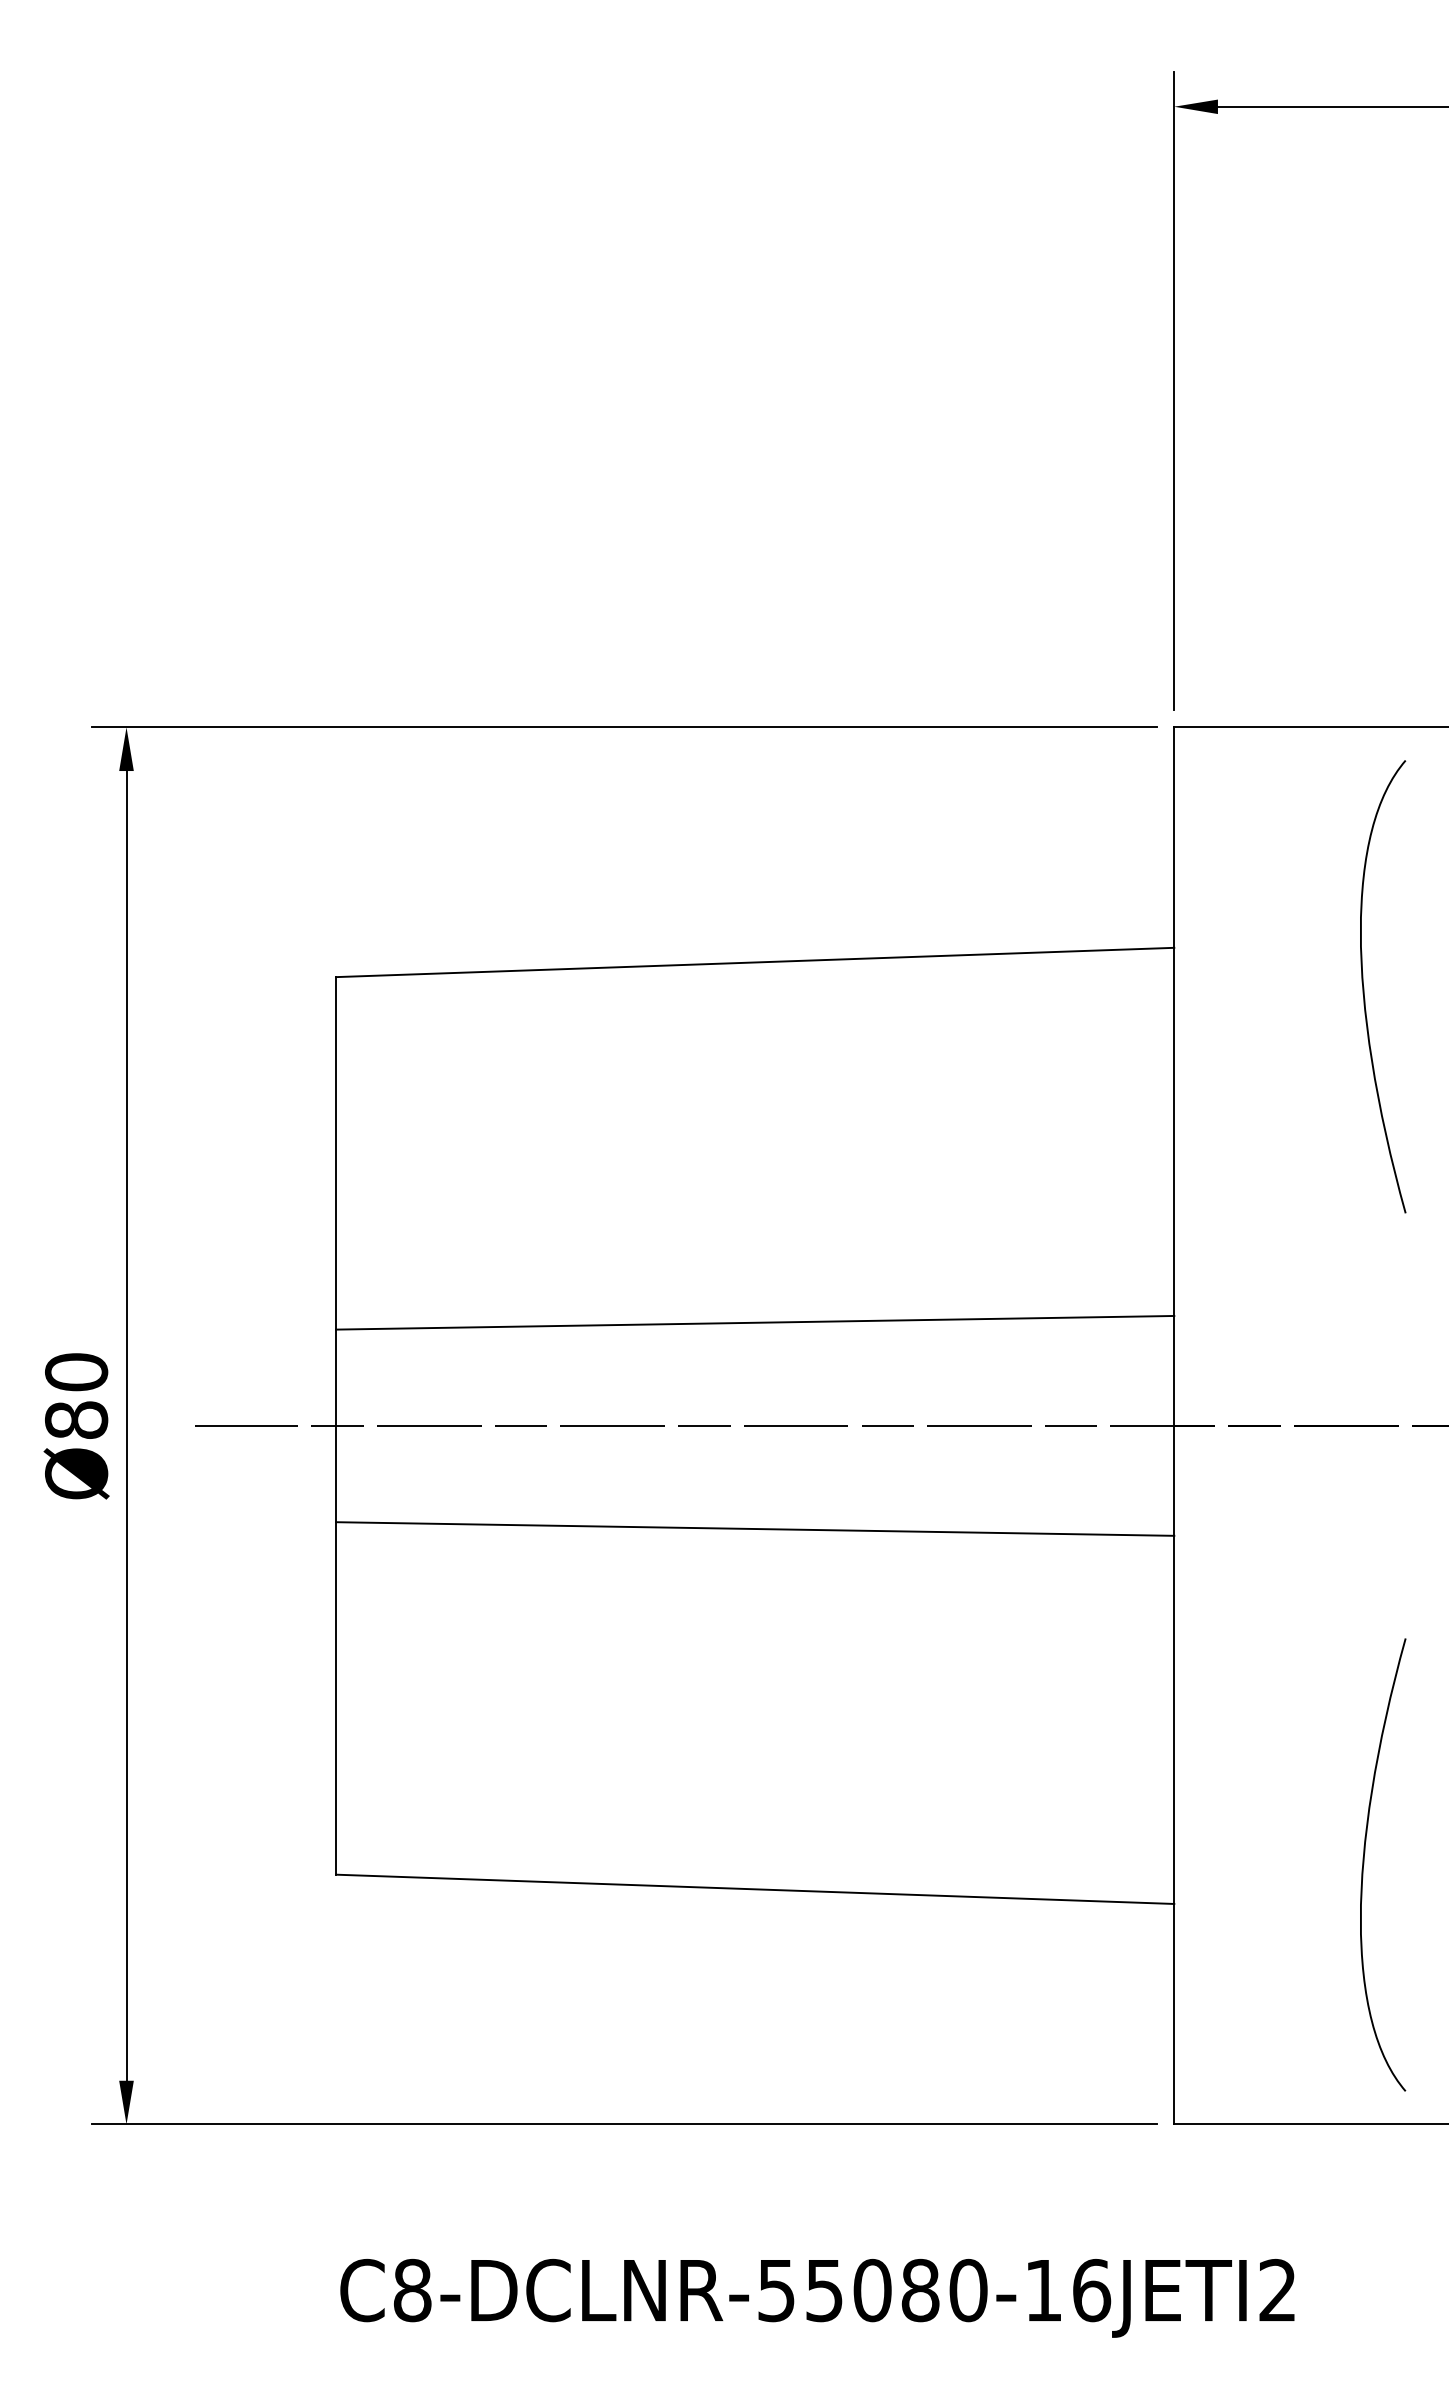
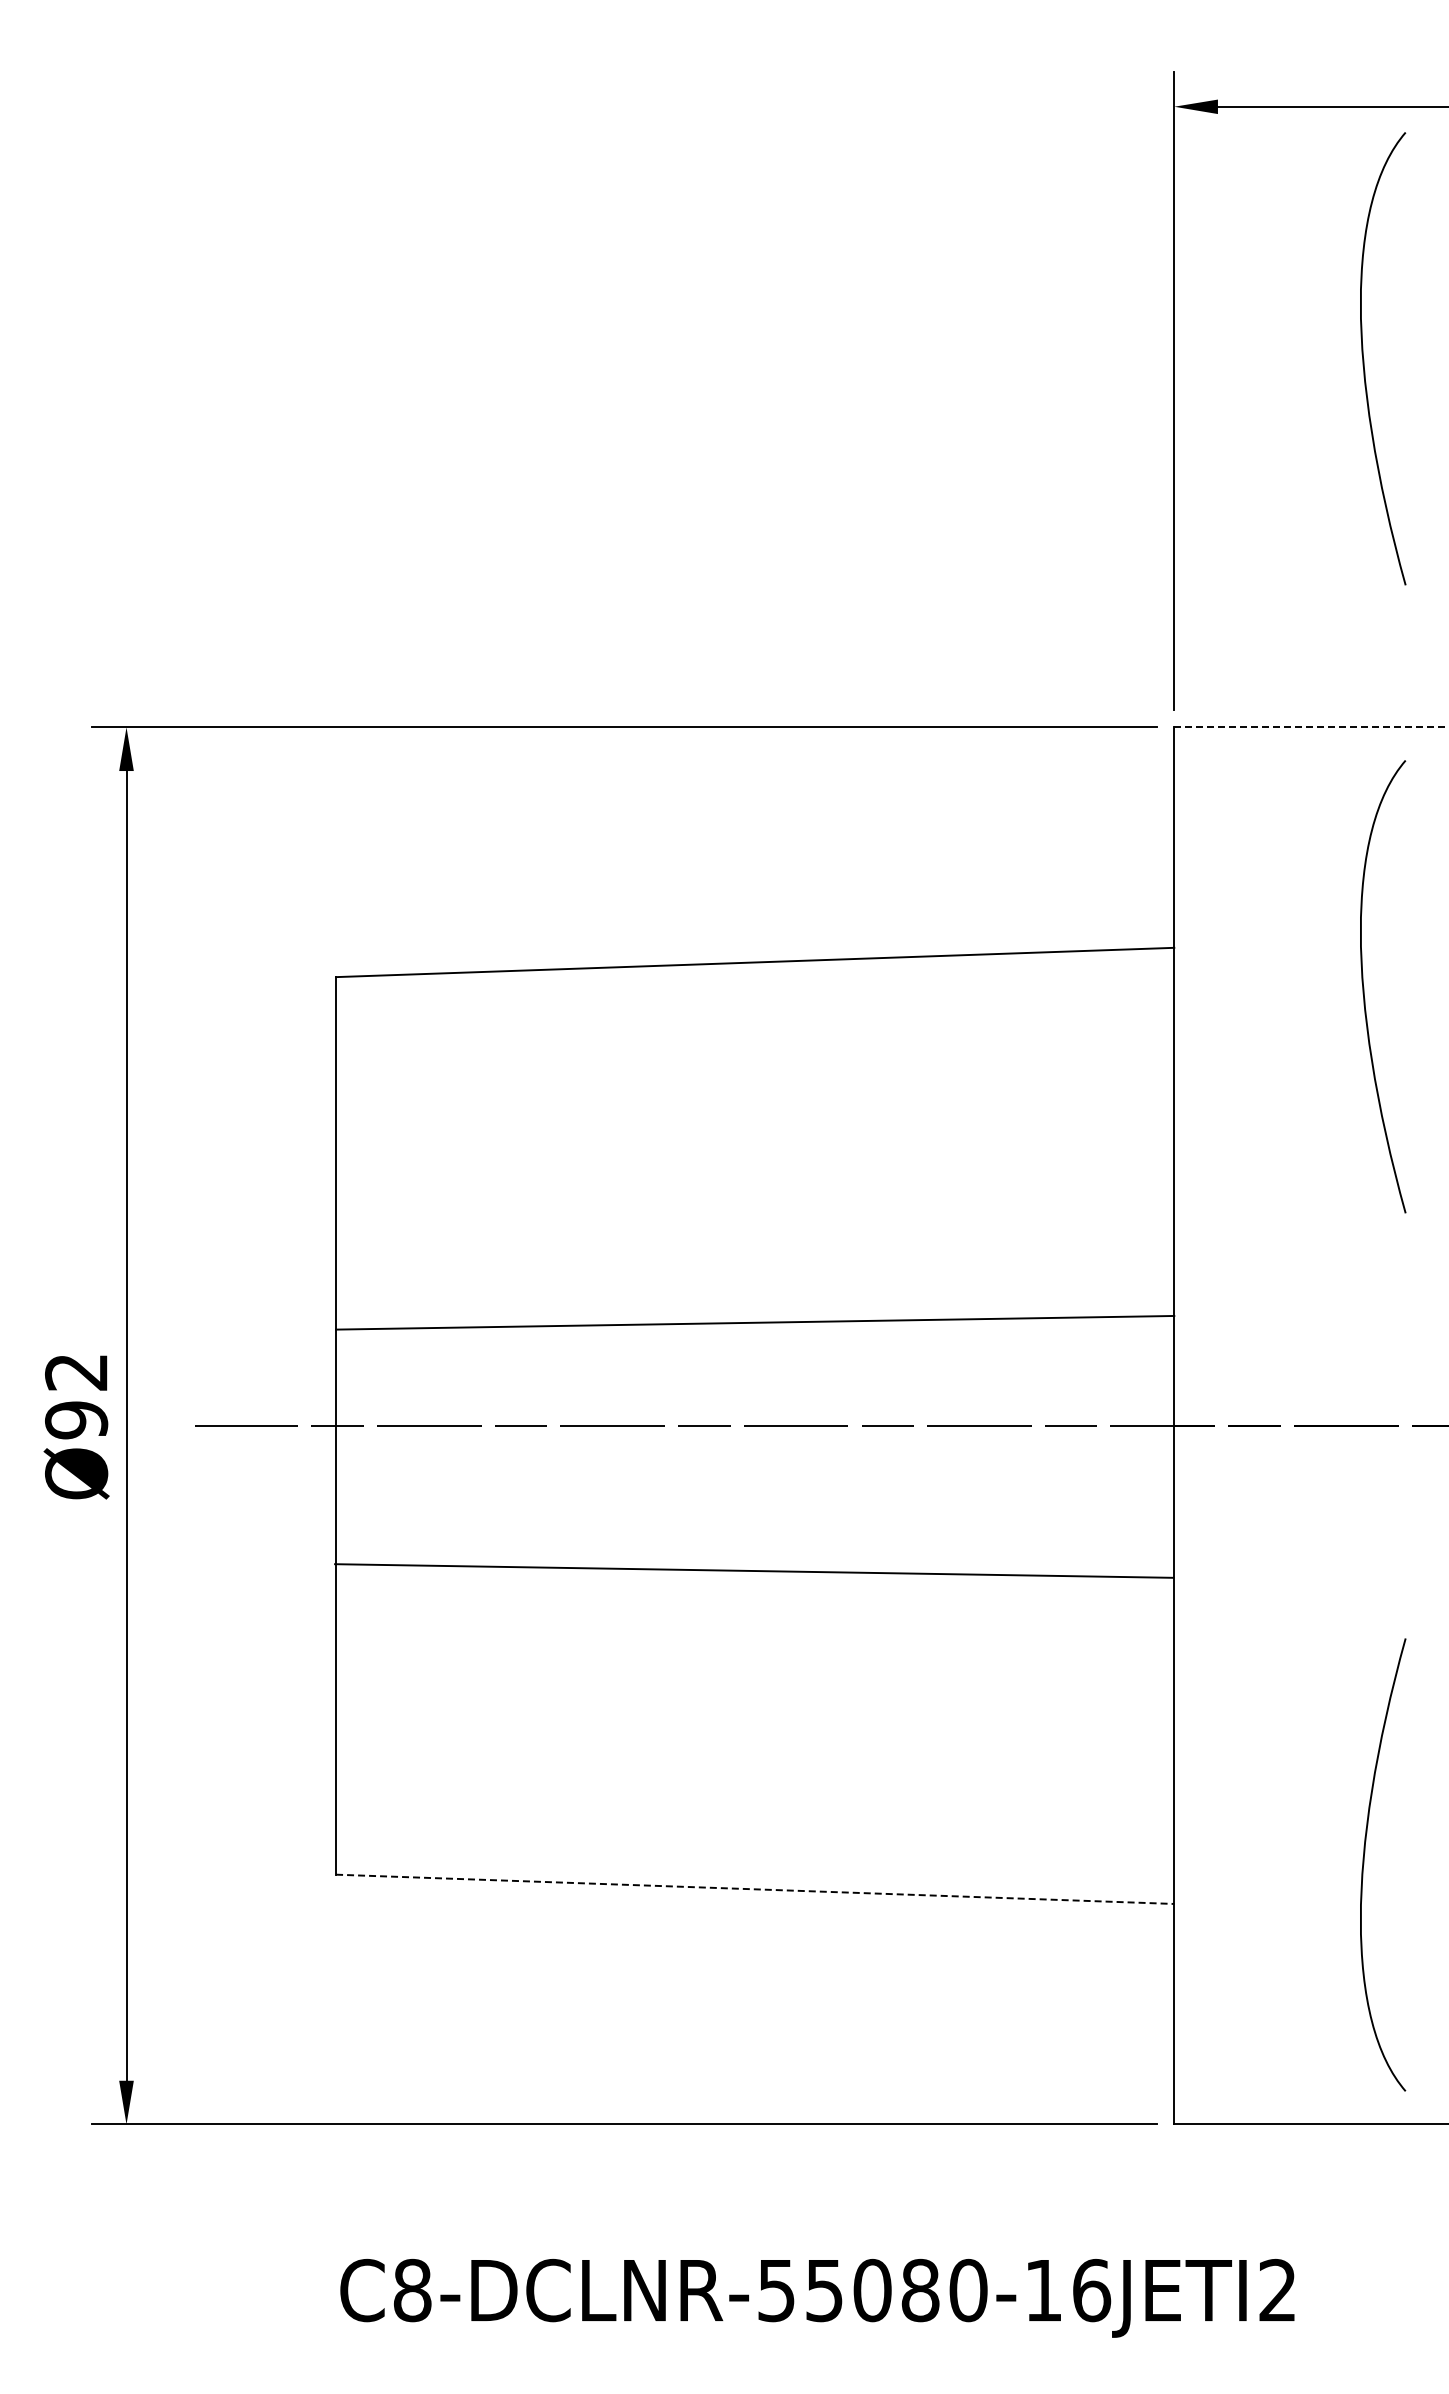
curve at (1364, 359): none -> present
line at (1311, 727): solid -> dashed
text at (76, 1396): Ø80 -> Ø92
line at (755, 1528) position: (755, 1528) -> (754, 1570)
line at (755, 1889): solid -> dashed
